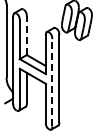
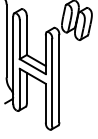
line at (26, 35): dashed -> solid
line at (52, 82): dashed -> solid
